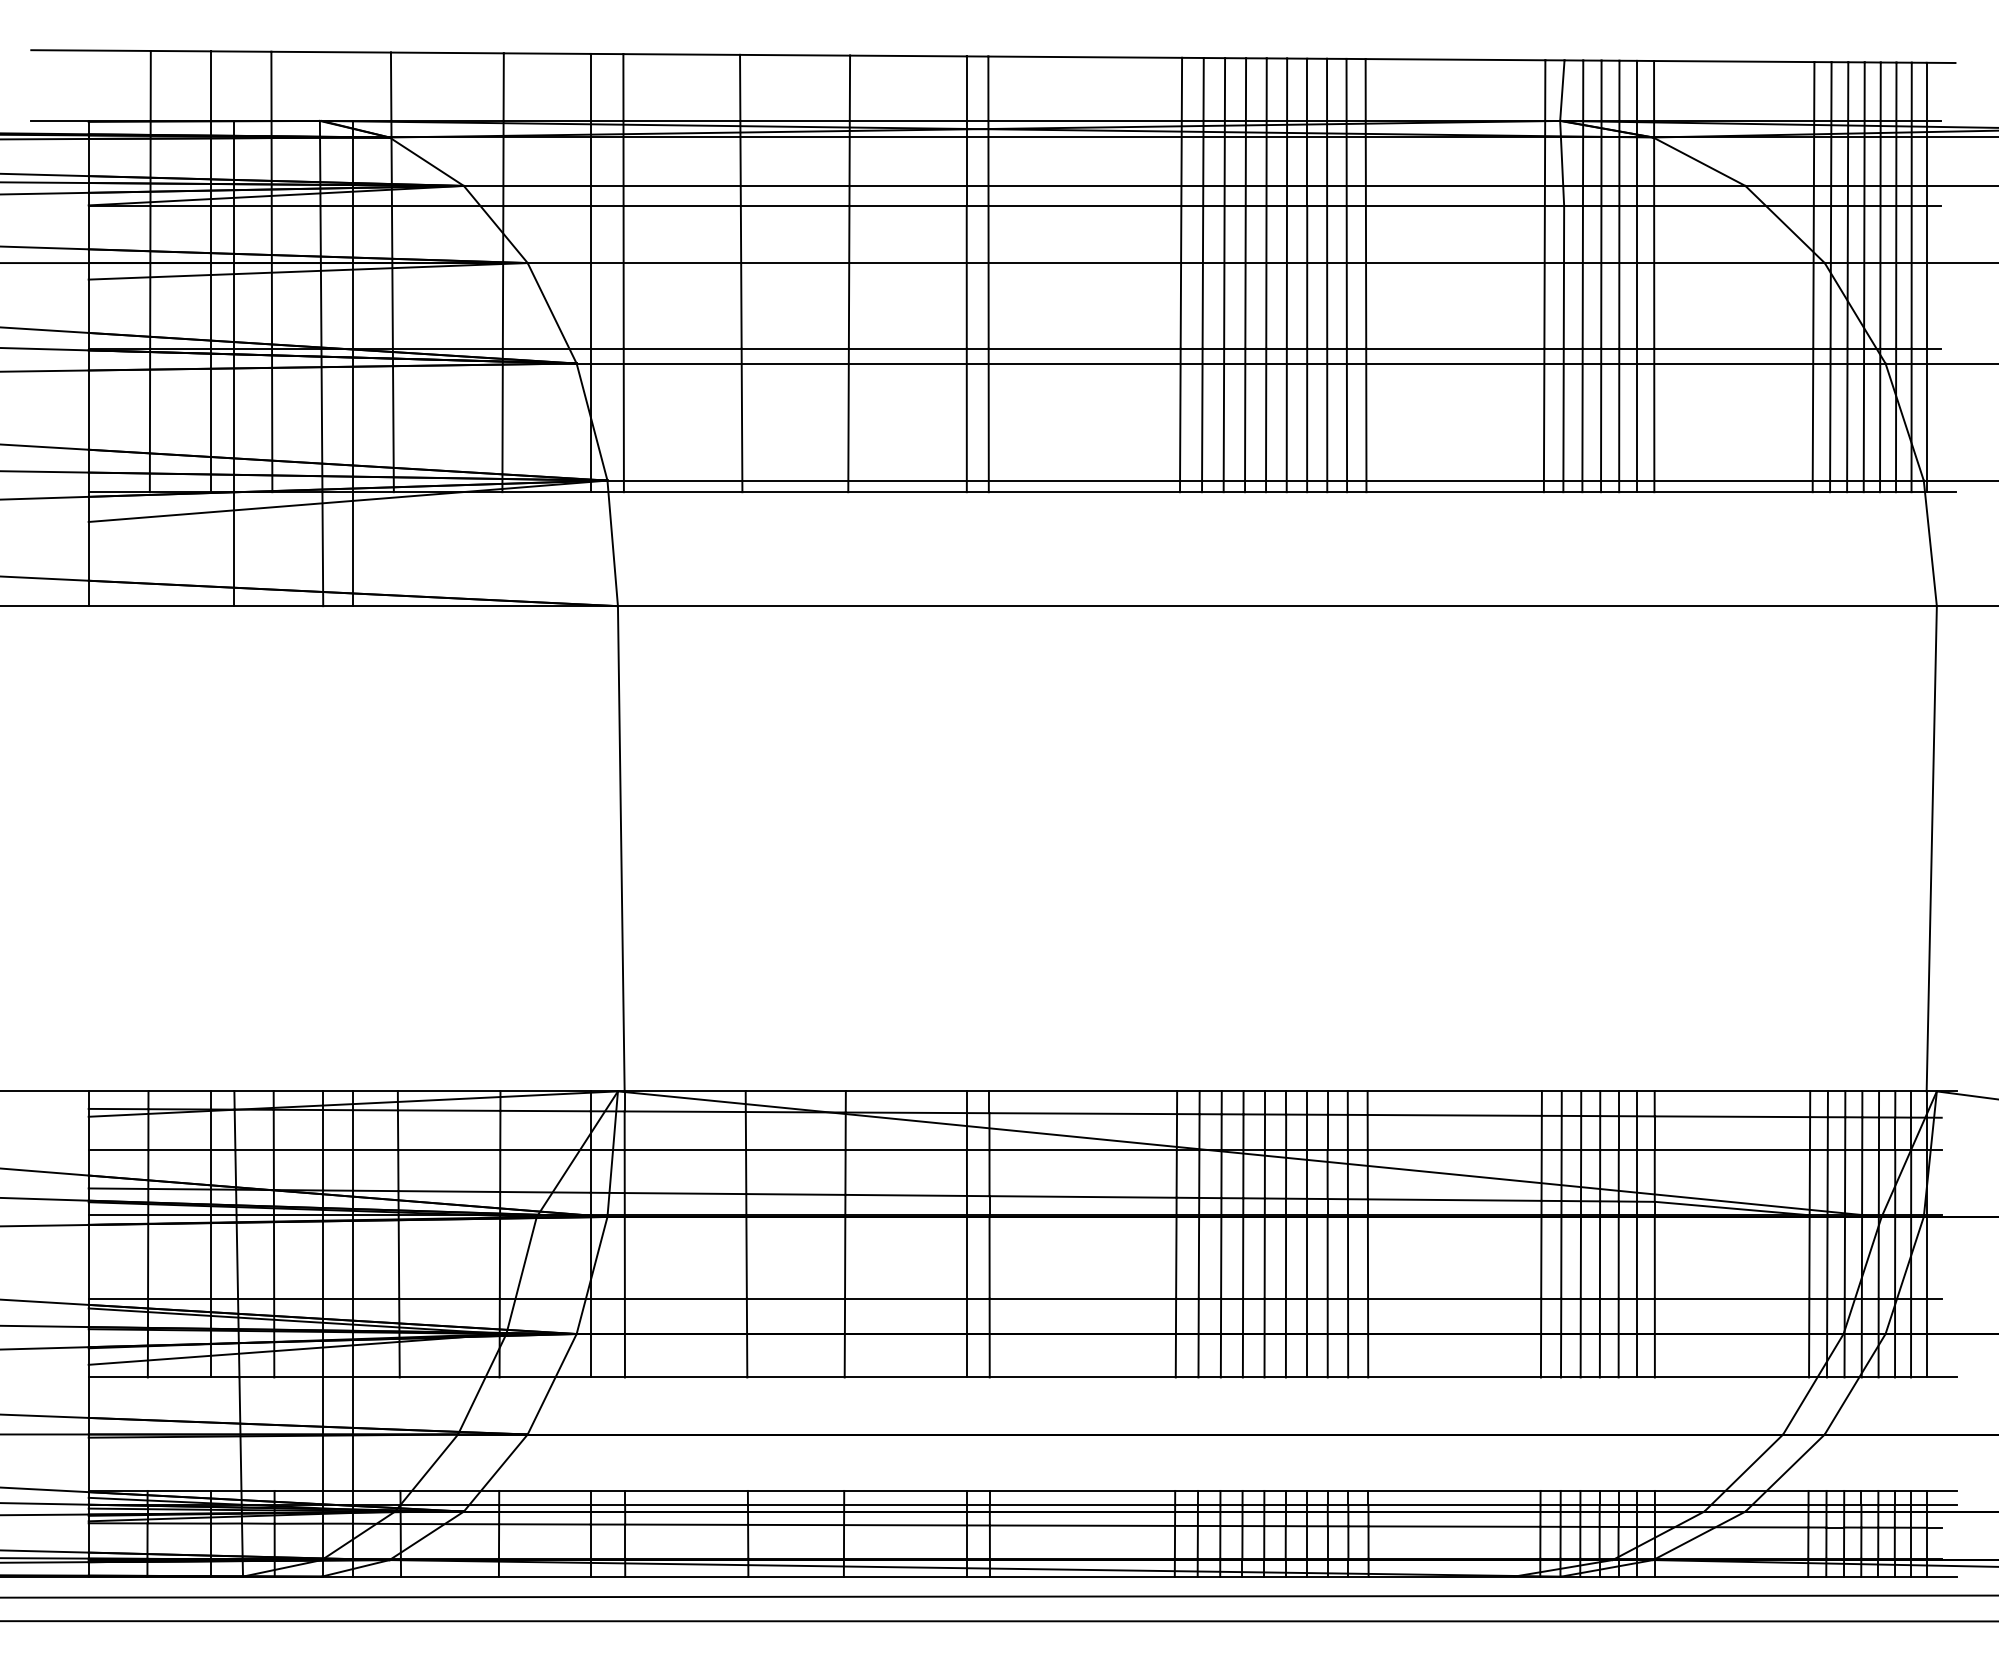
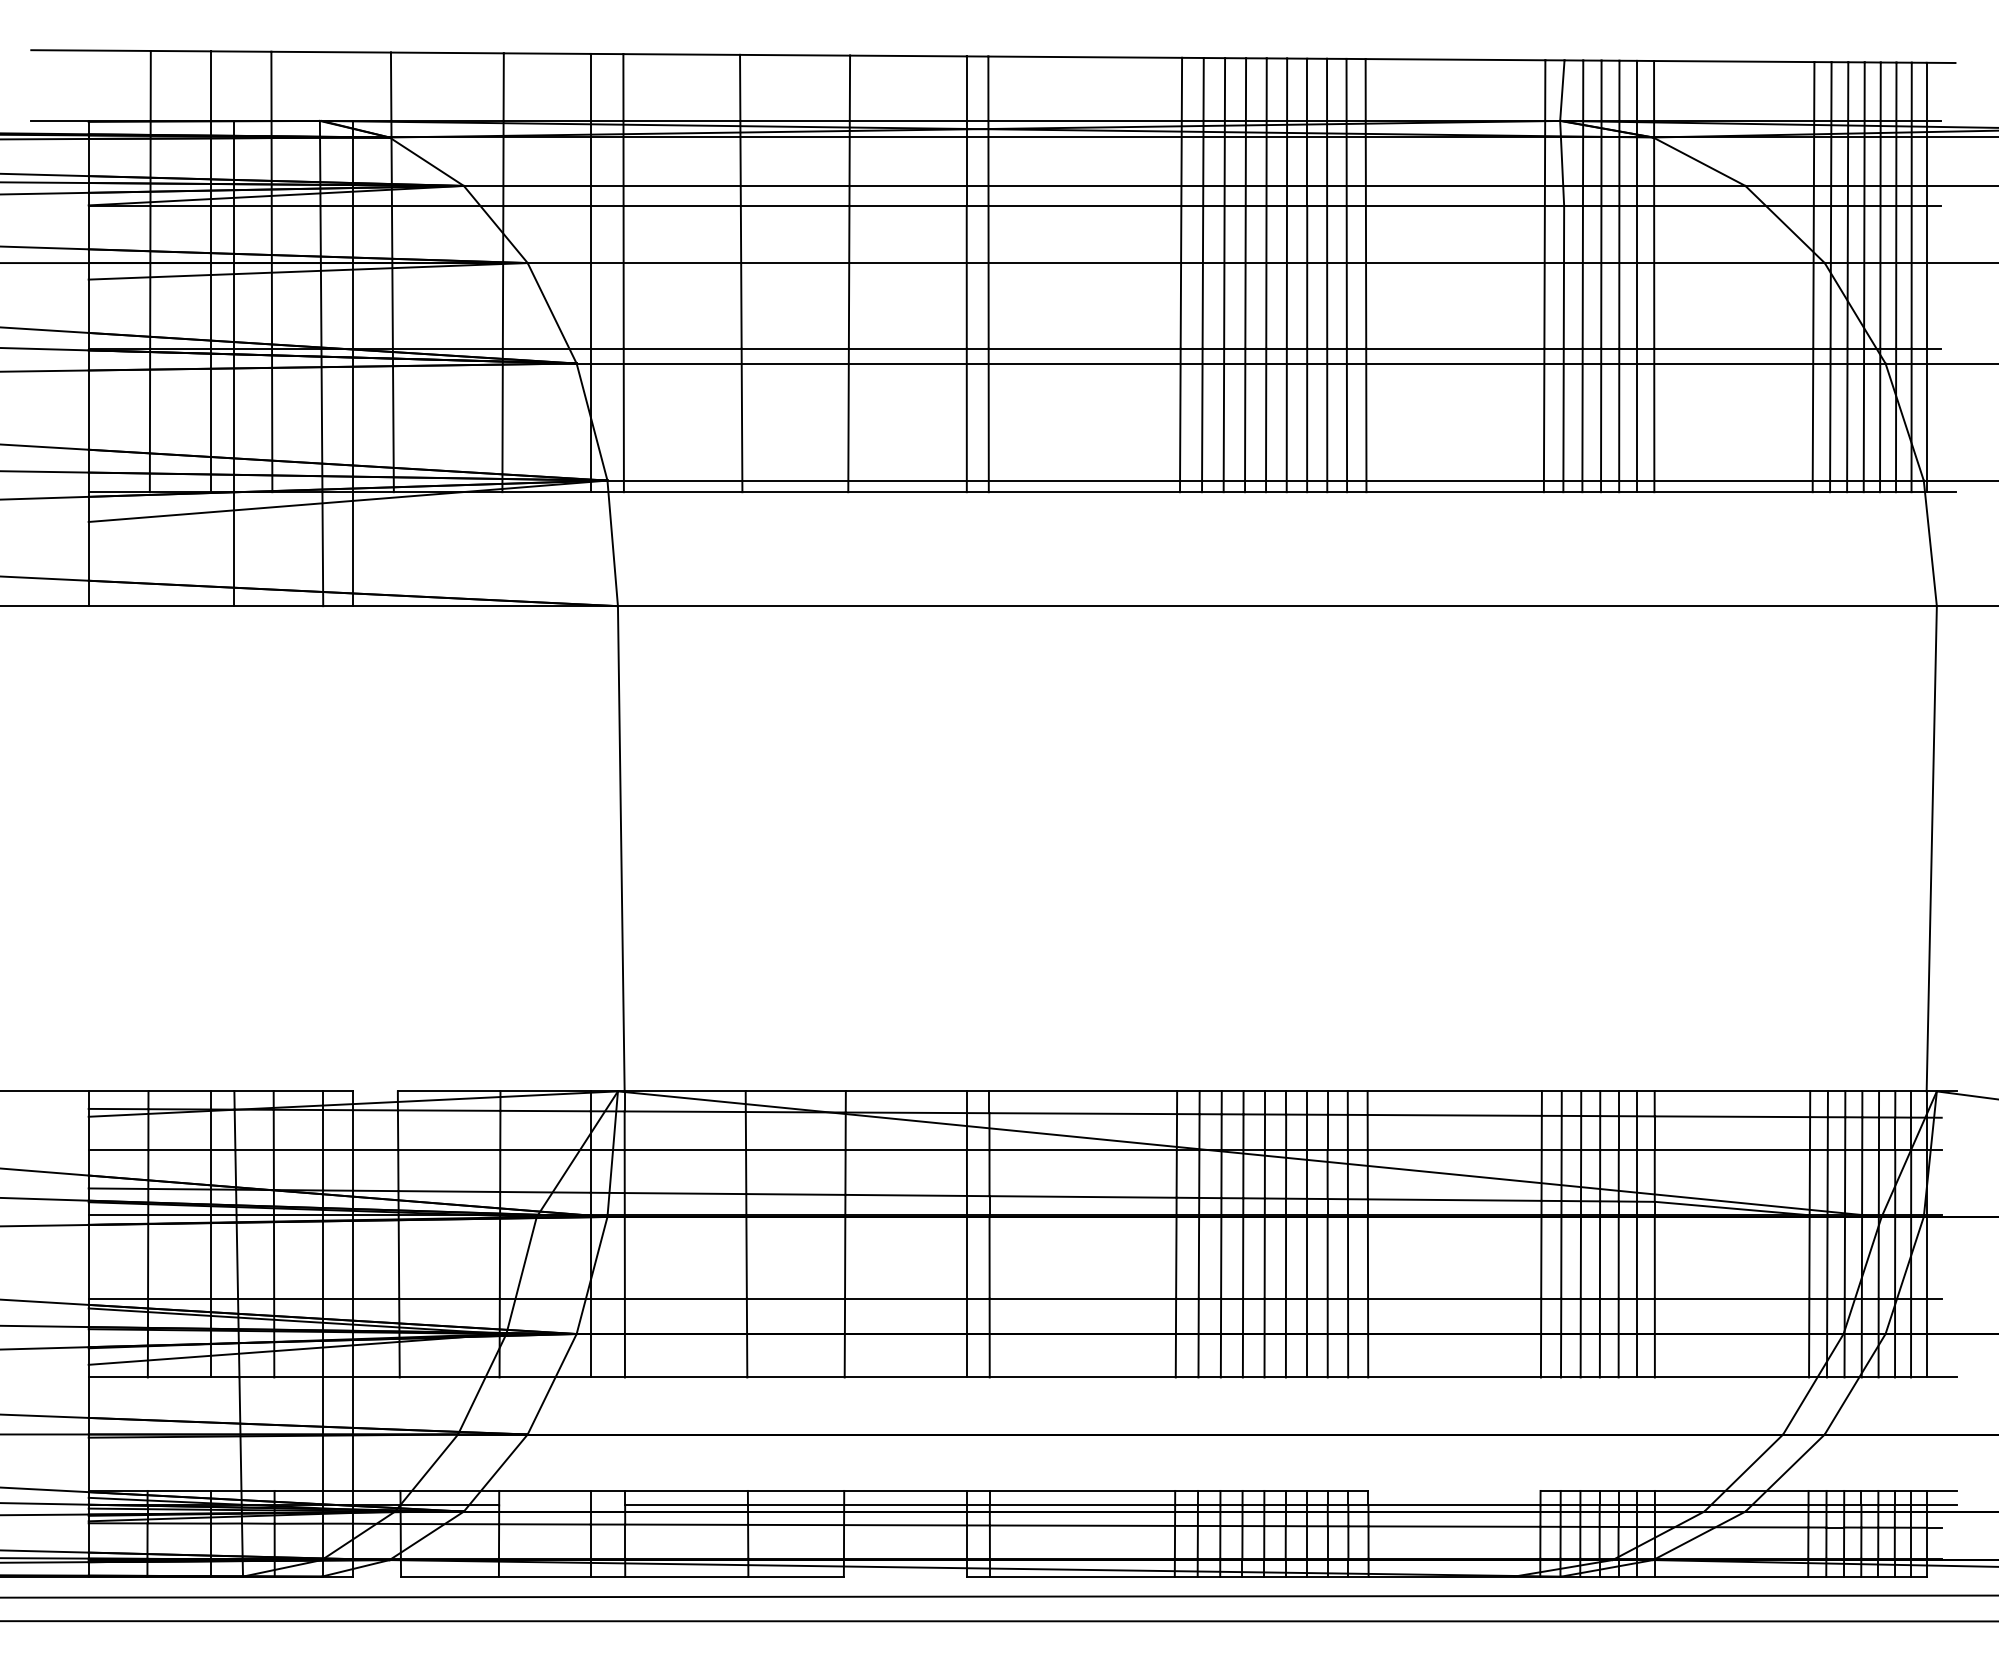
line at (375, 1091): present -> none
line at (1454, 1490): present -> none
line at (562, 1505): present -> none
line at (377, 1576): present -> none
line at (905, 1576): present -> none
line at (1941, 1576): present -> none
